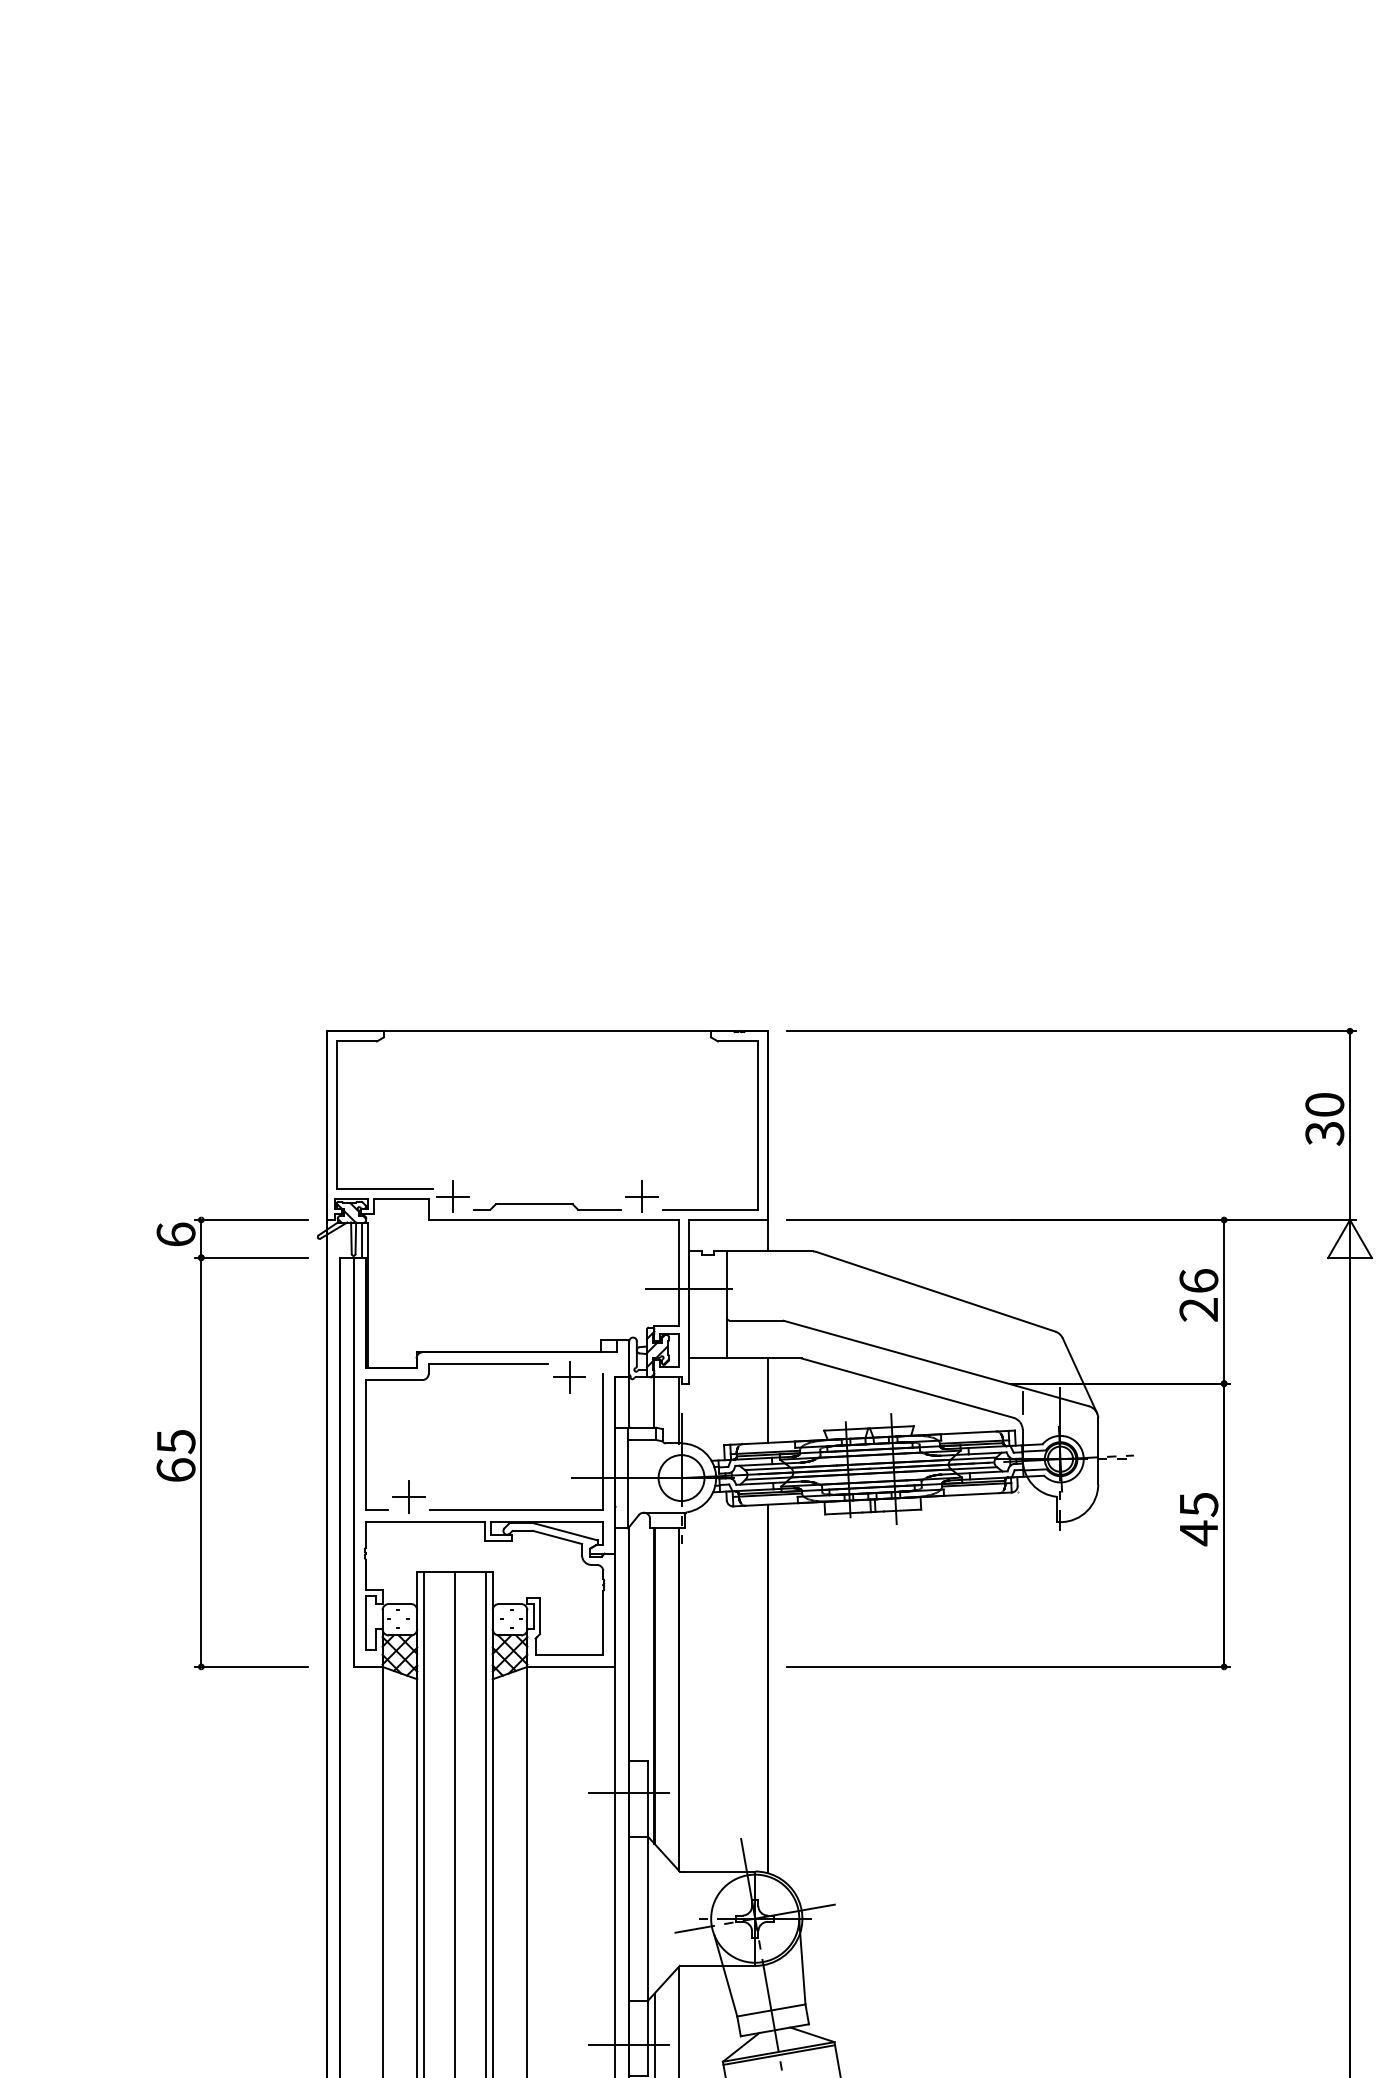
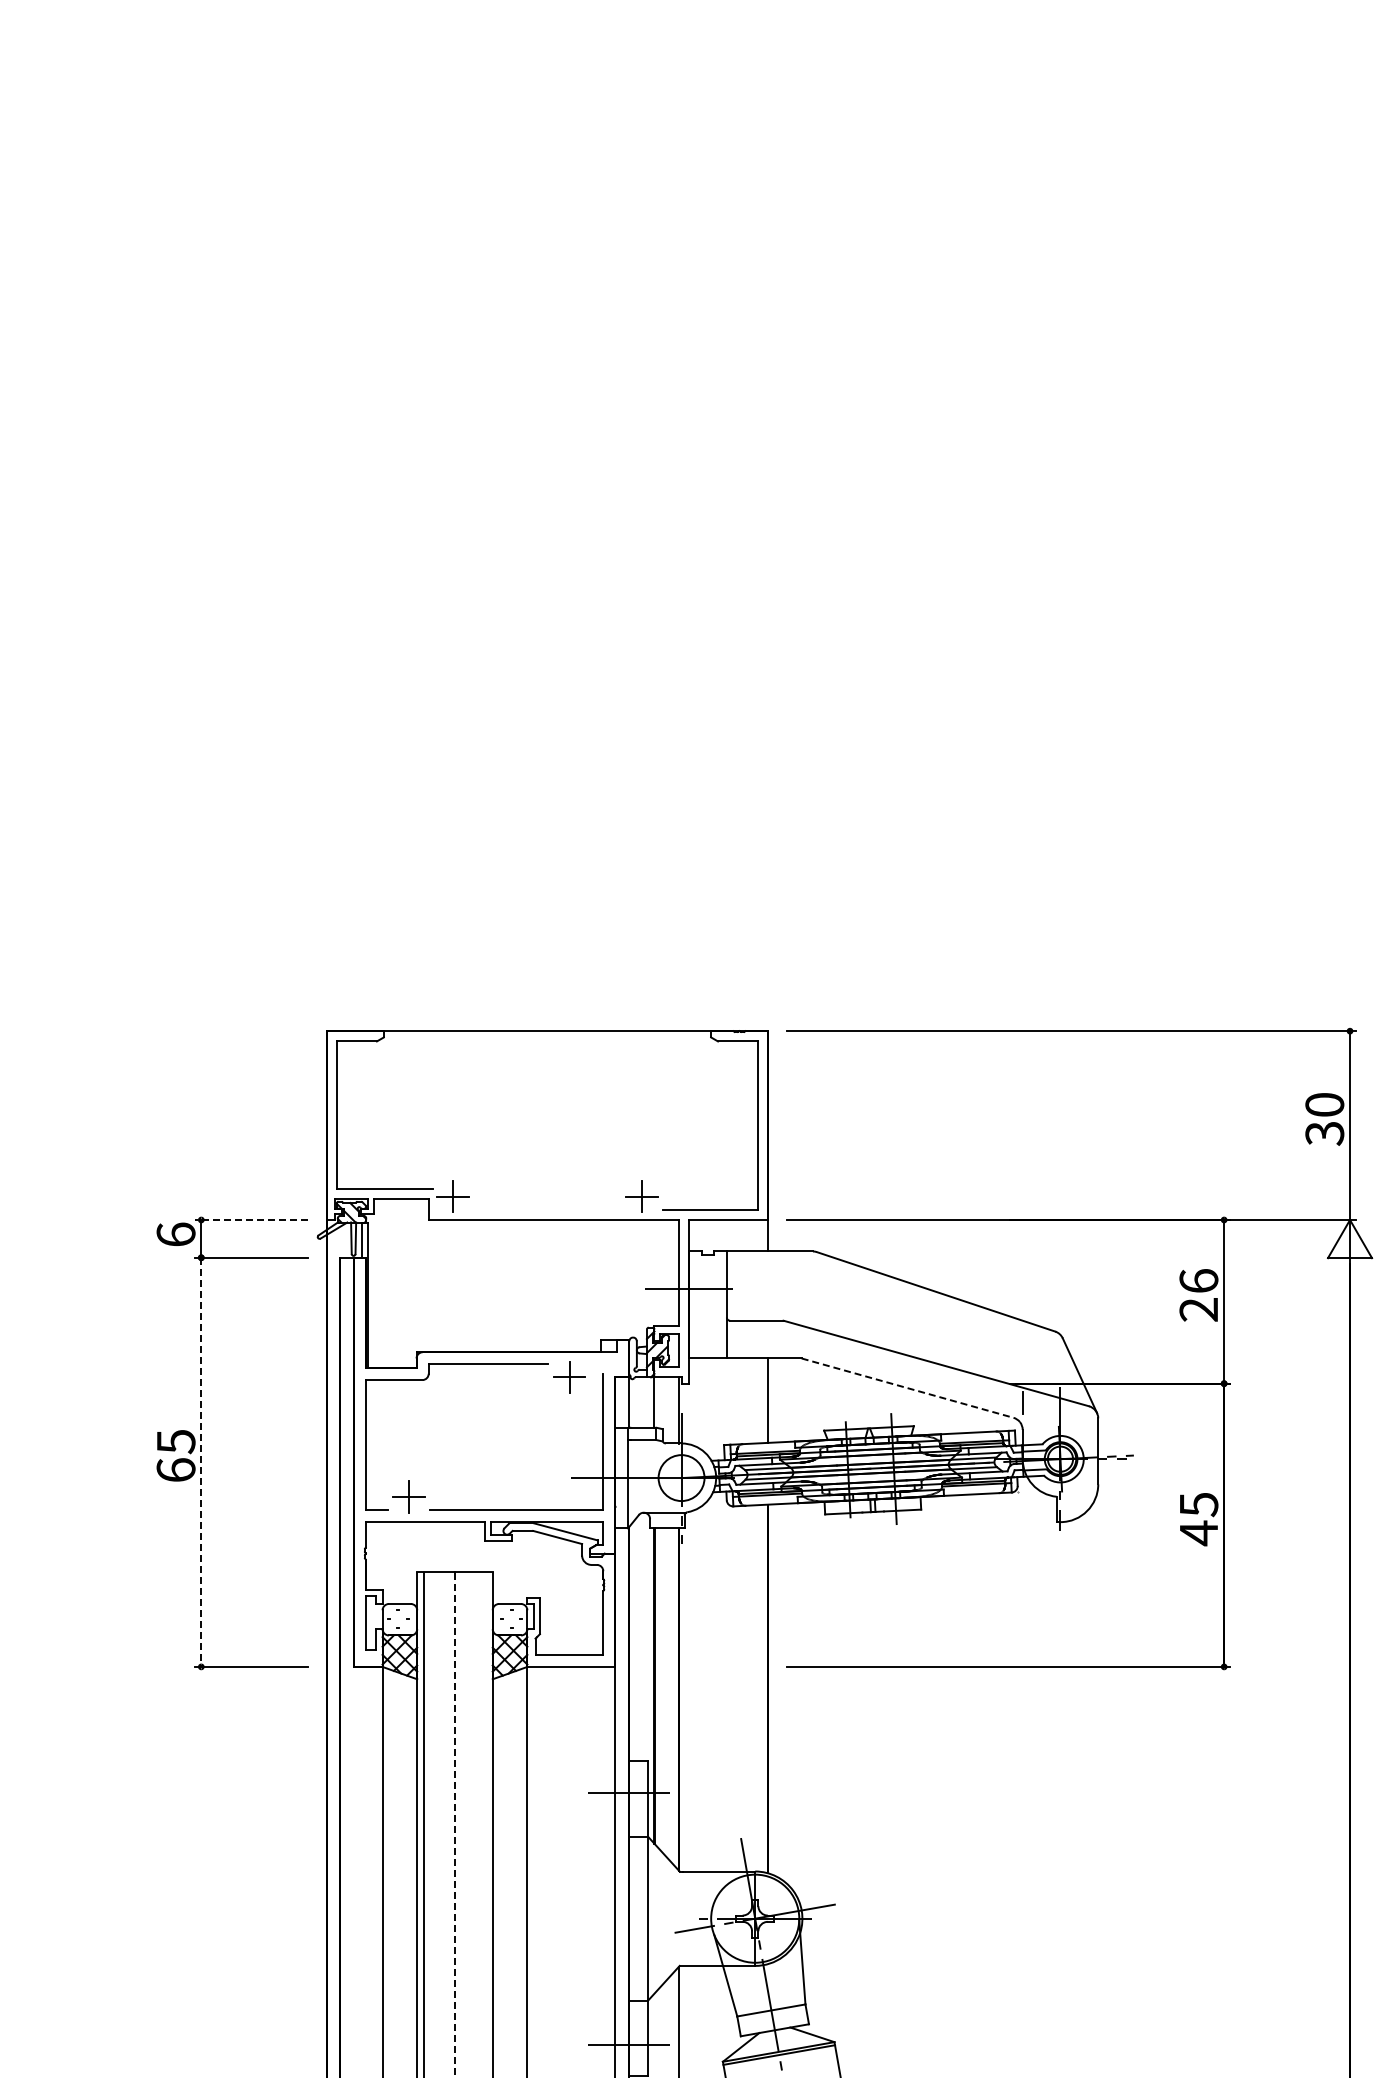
part at (547, 1206): present -> none
line at (251, 1220): solid -> dashed
line at (907, 1388): solid -> dashed
line at (201, 1462): solid -> dashed
line at (486, 1823): present -> none
line at (454, 1825): solid -> dashed
line at (654, 2033): present -> none
